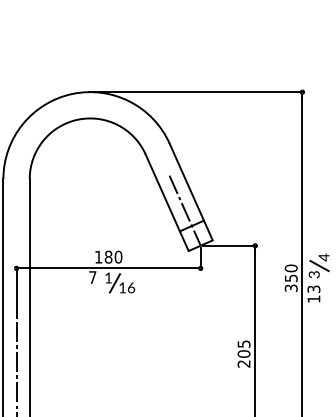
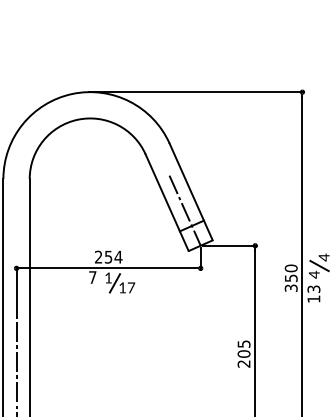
text at (108, 256): 180 -> 254
text at (313, 274): 3 -> 4
text at (131, 287): 16 -> 17
